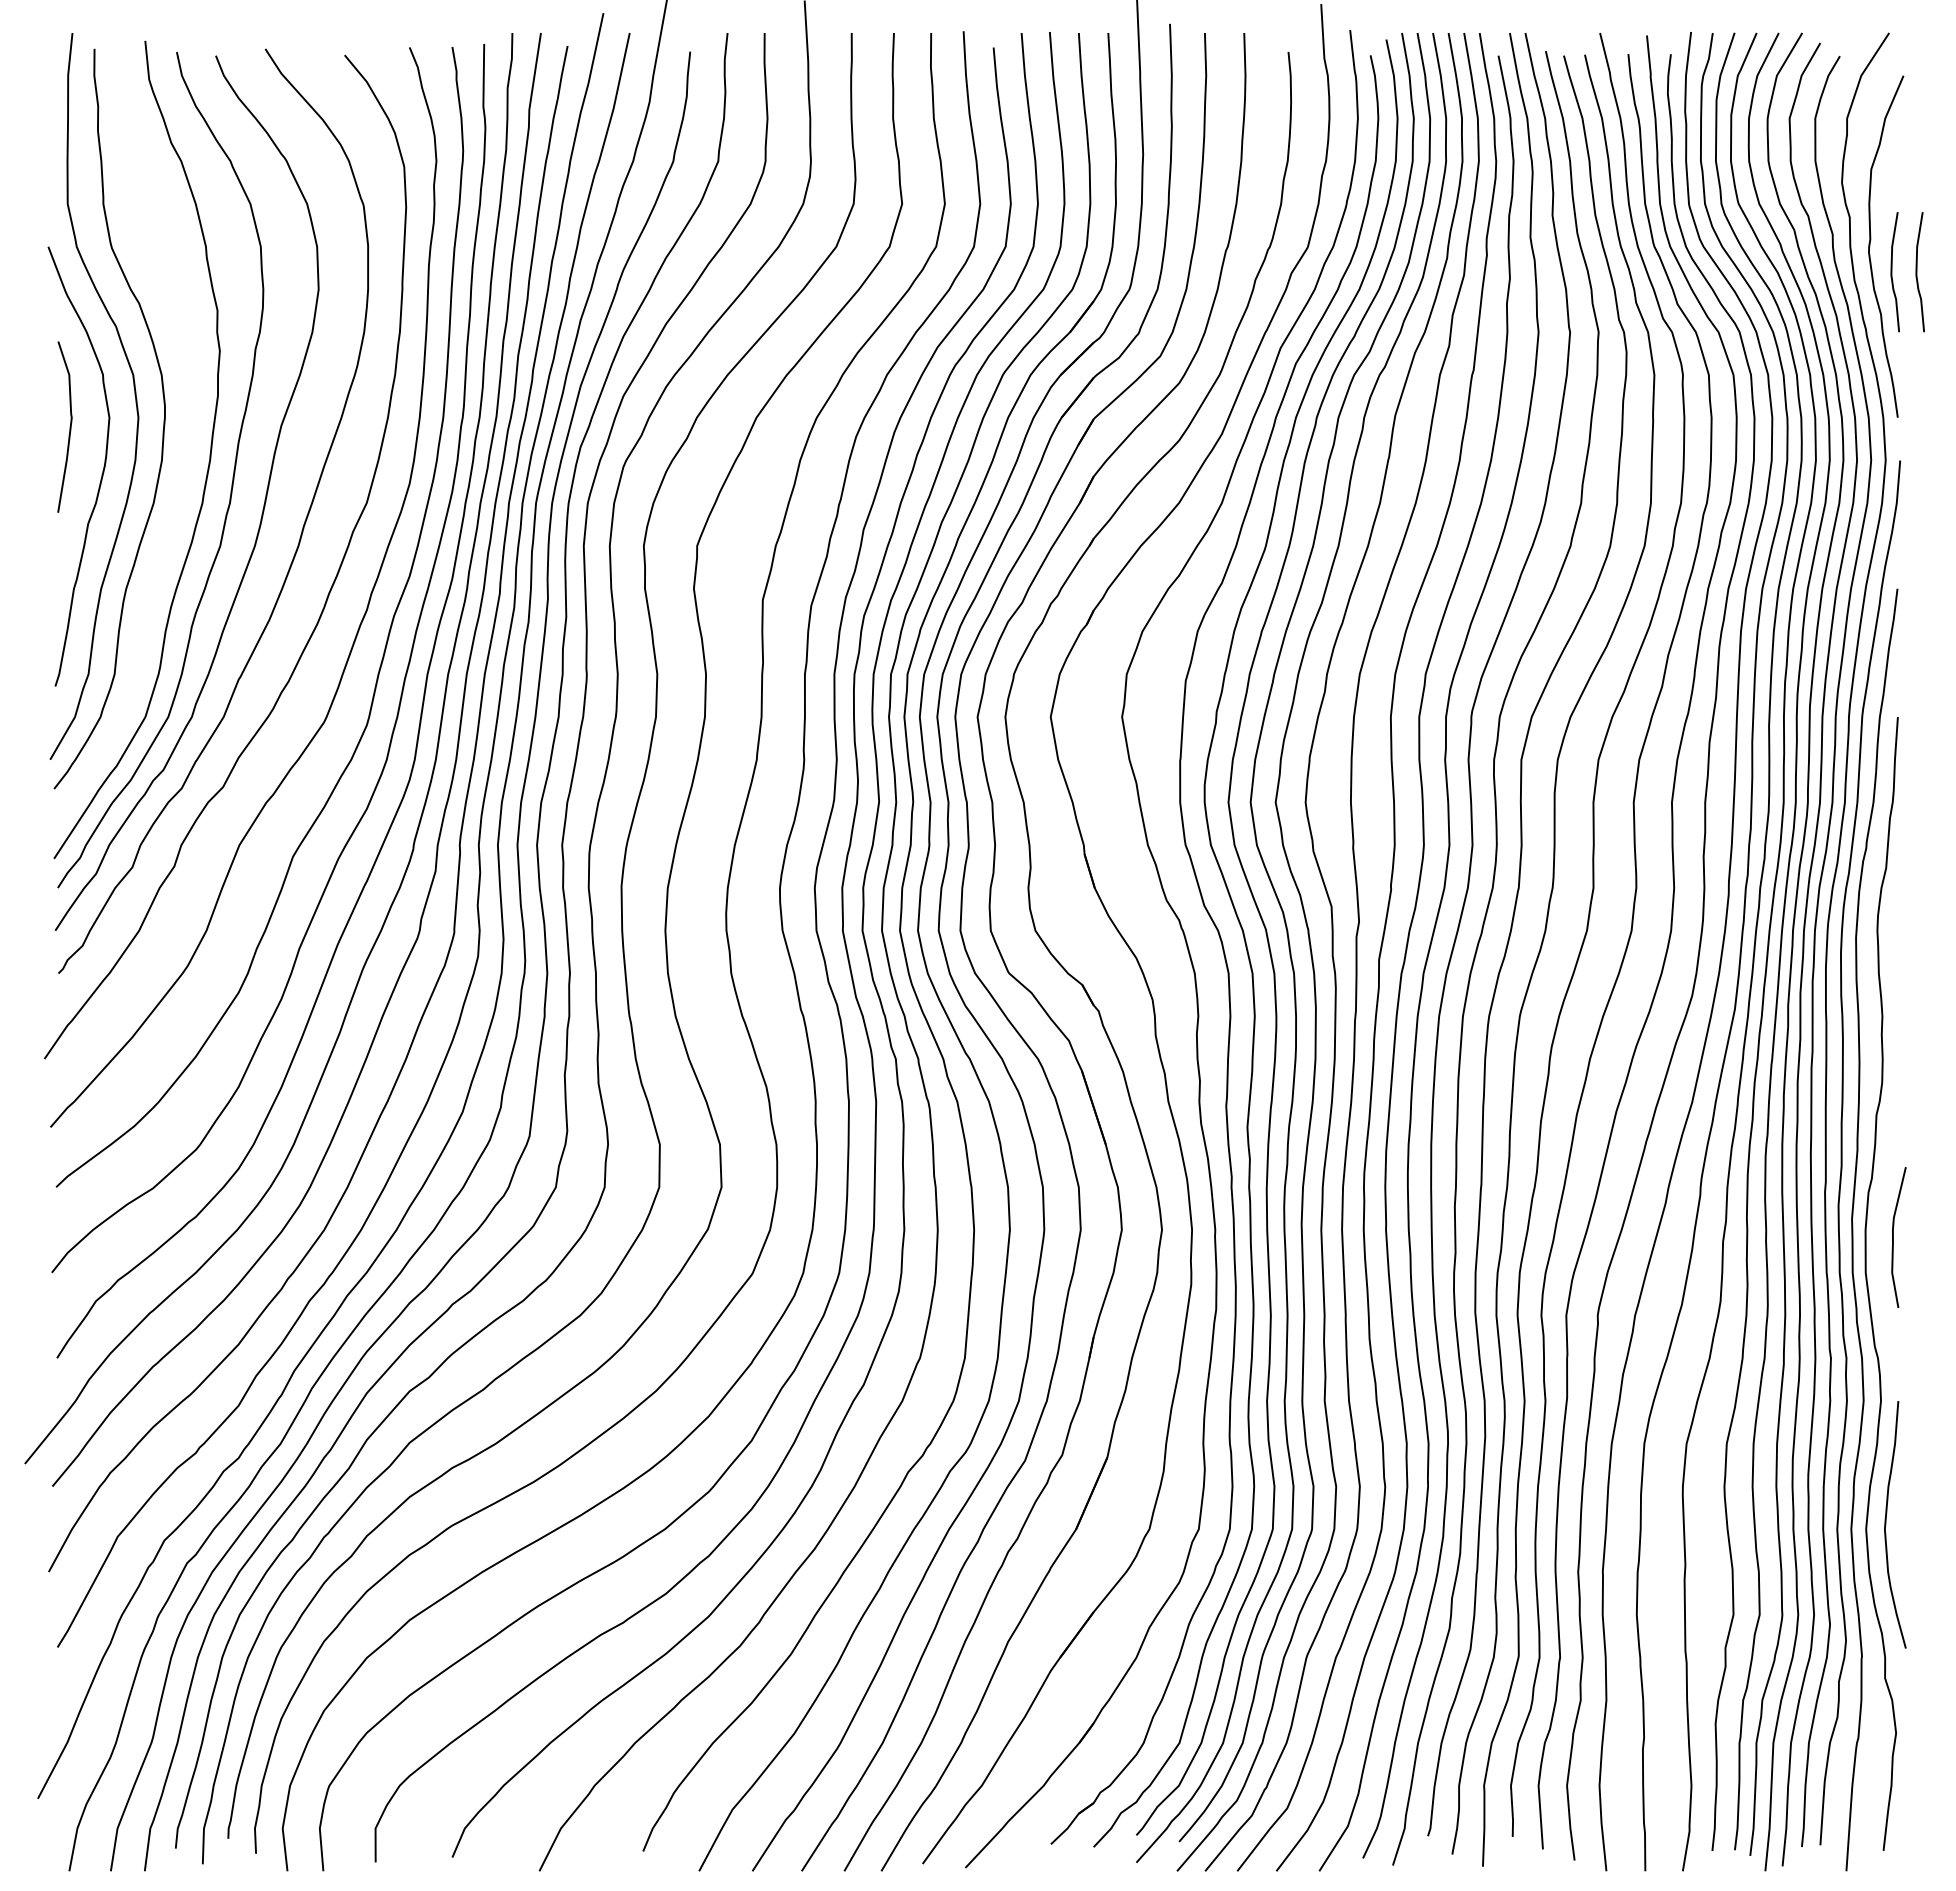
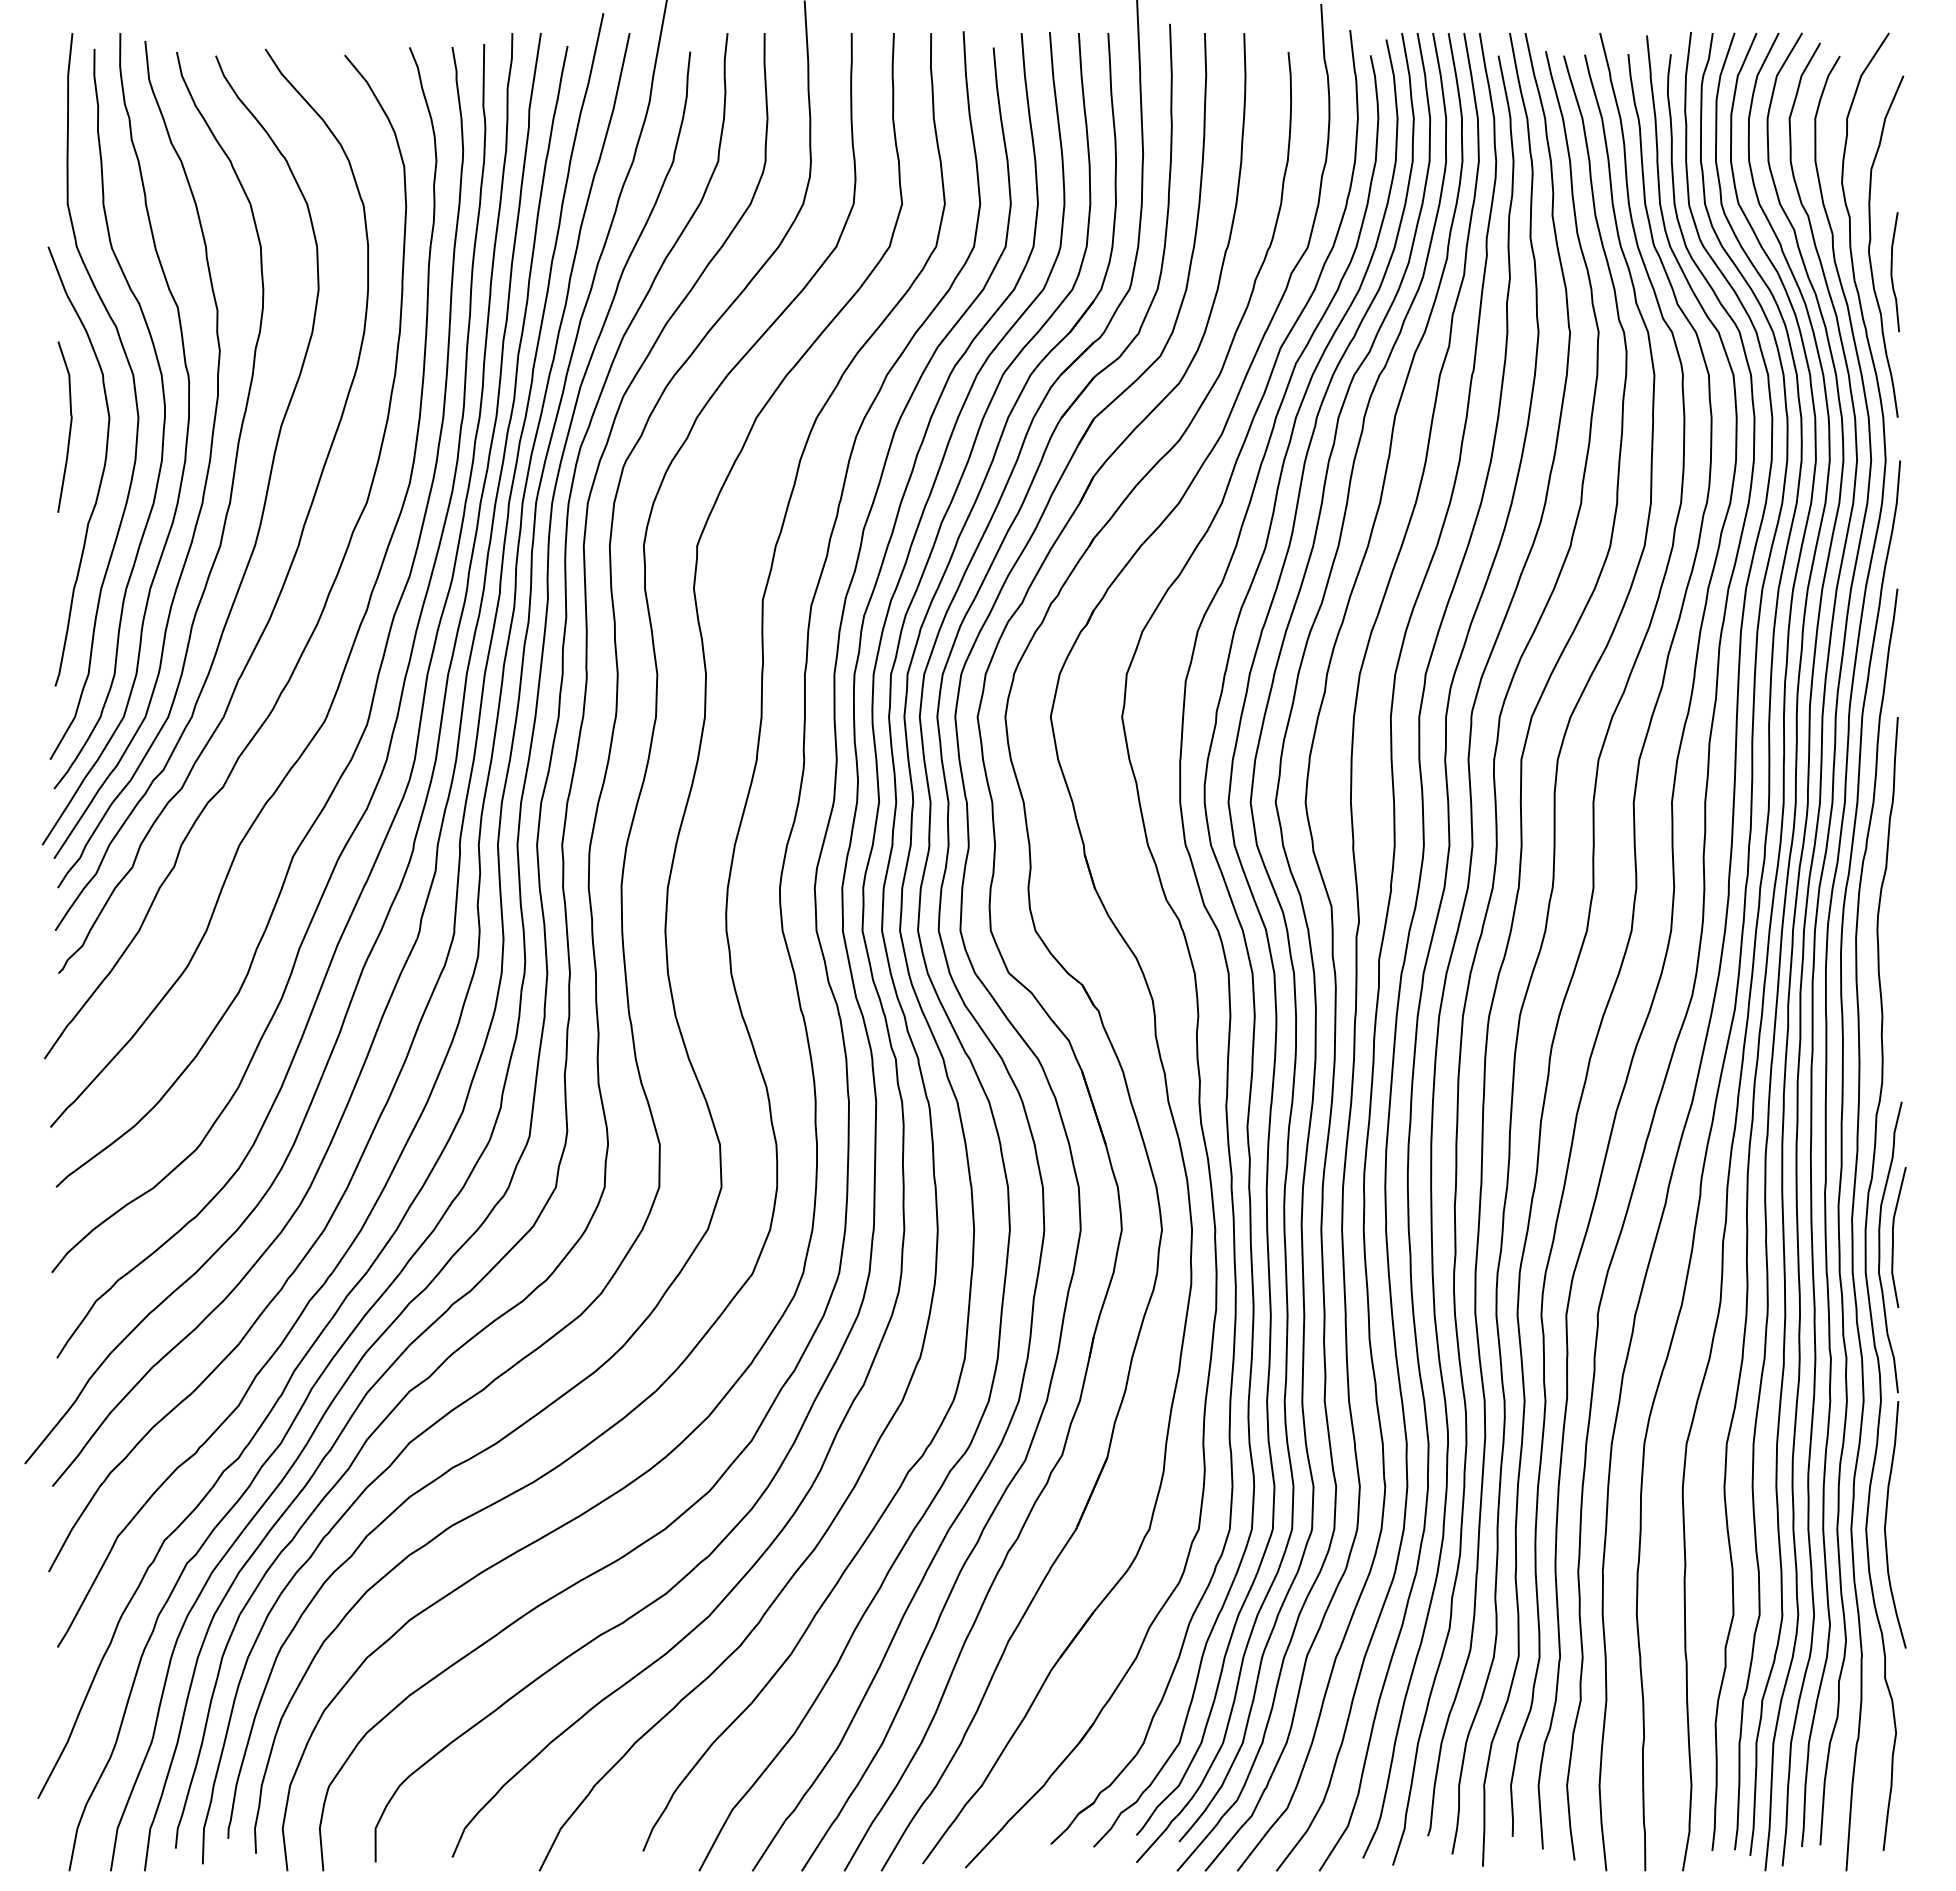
curve at (1917, 272): present -> none
curve at (185, 441): none -> present
curve at (1880, 1247): none -> present
